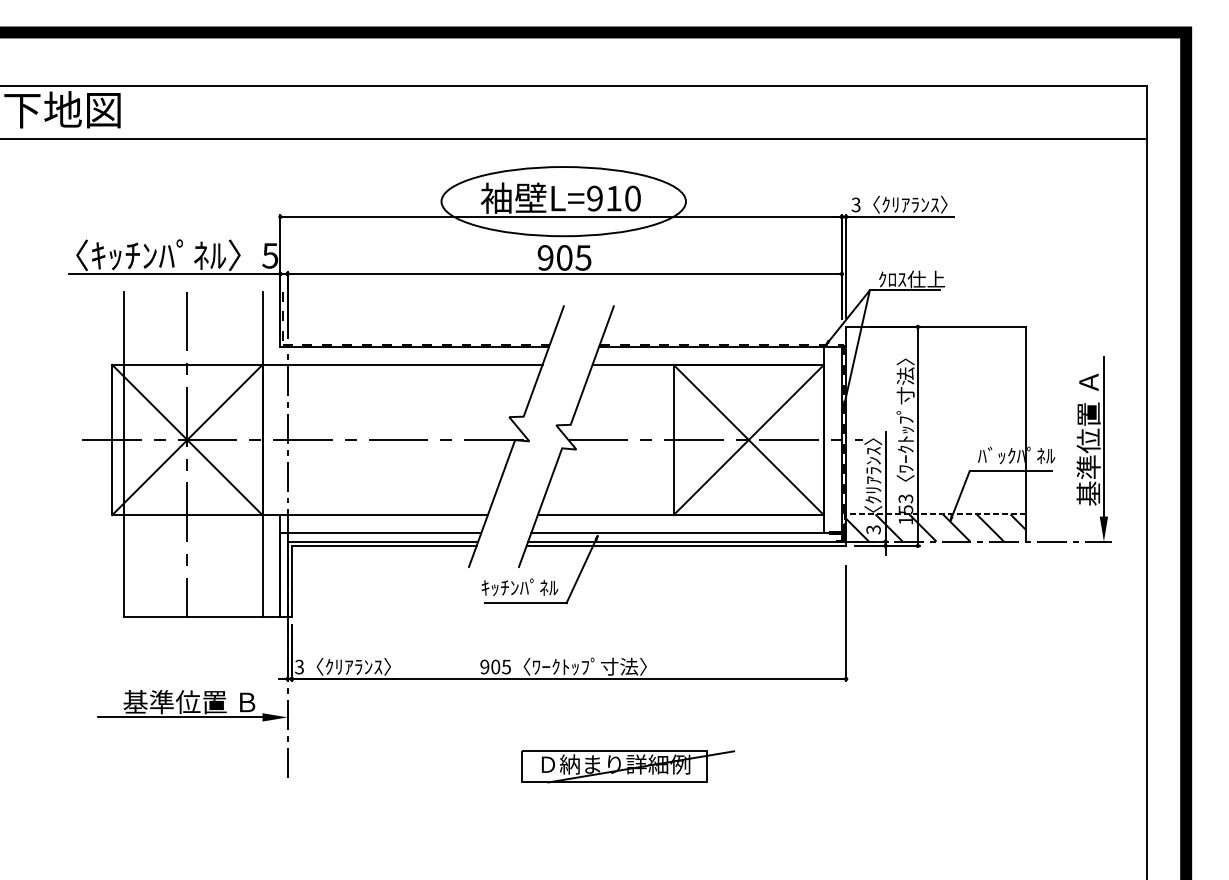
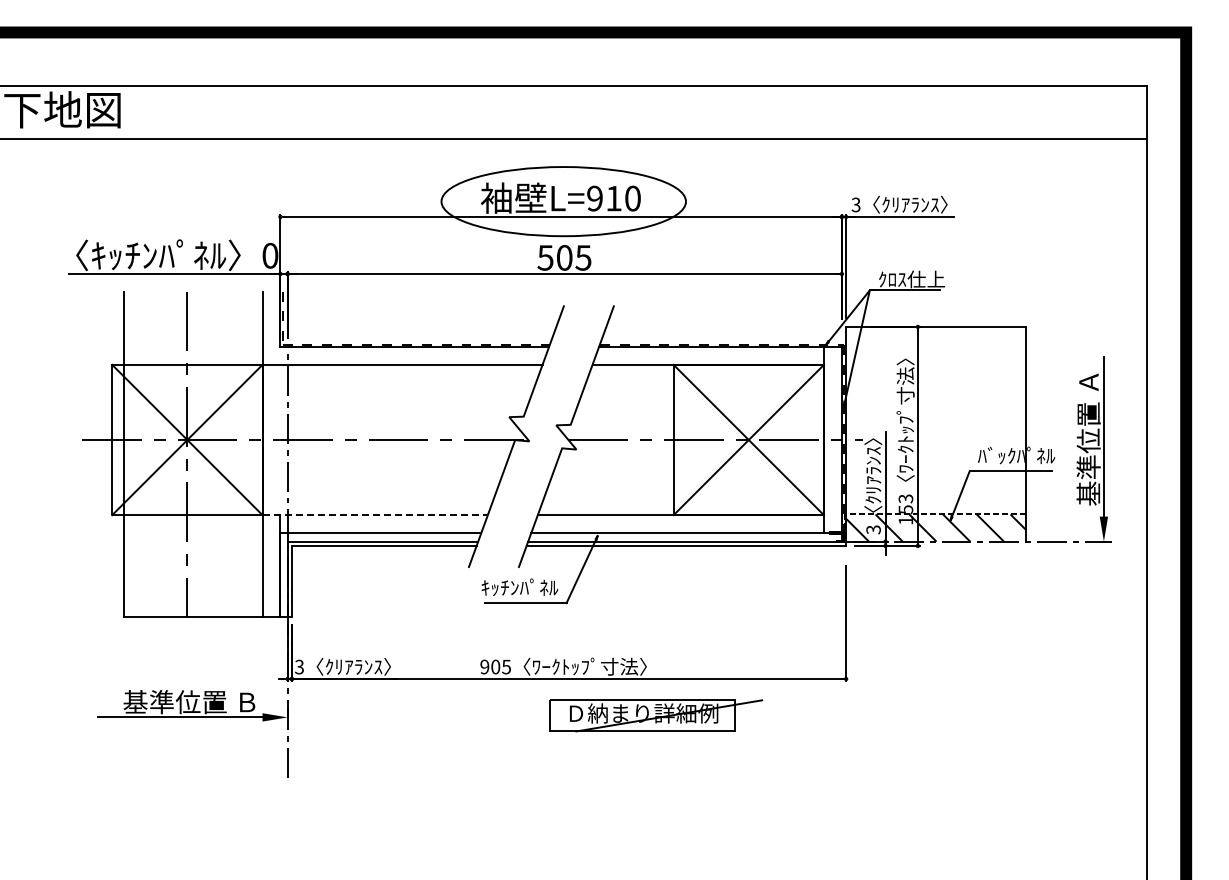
text at (270, 255): 5 -> 0
text at (545, 257): 905 -> 505
line at (375, 515): solid -> dashed
part at (628, 766) position: (628, 766) -> (656, 715)
